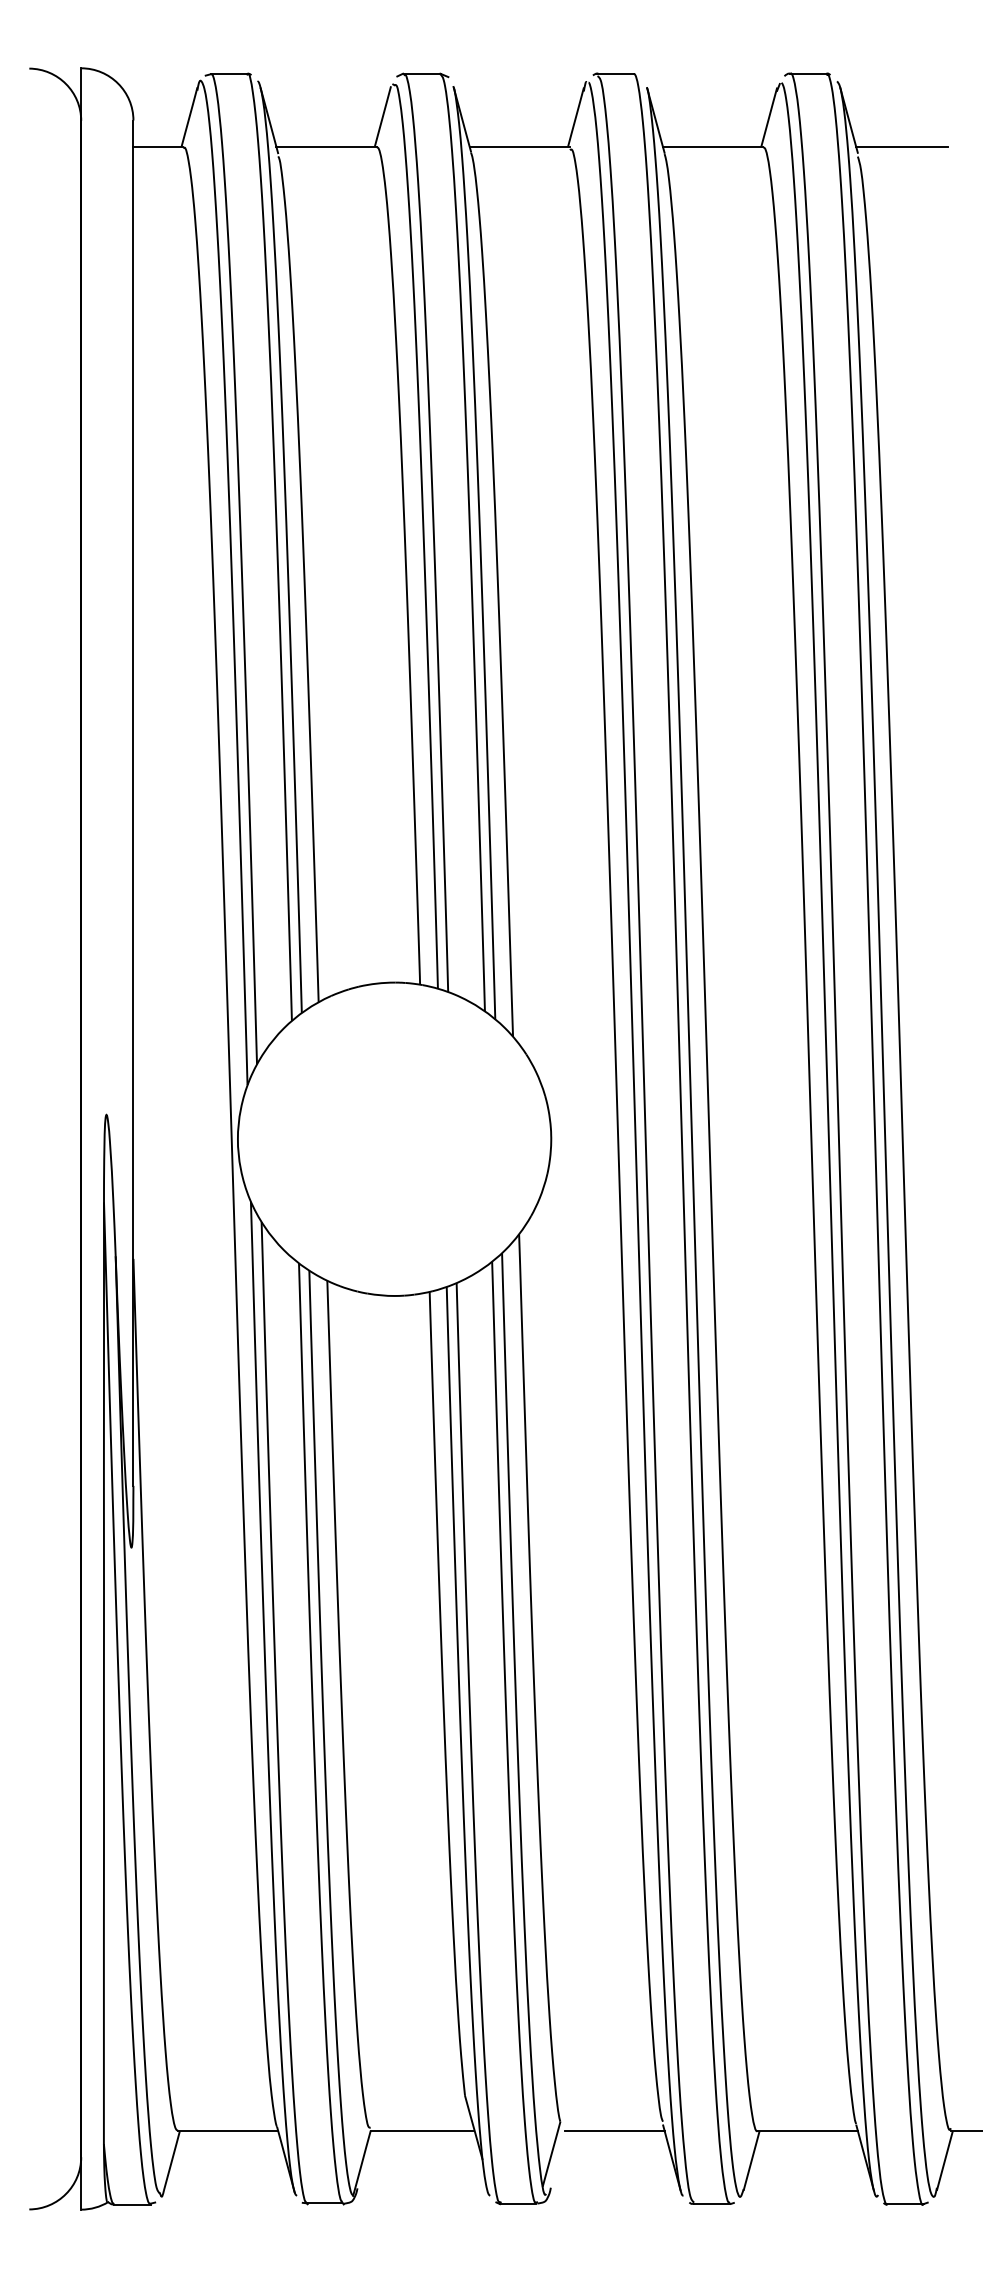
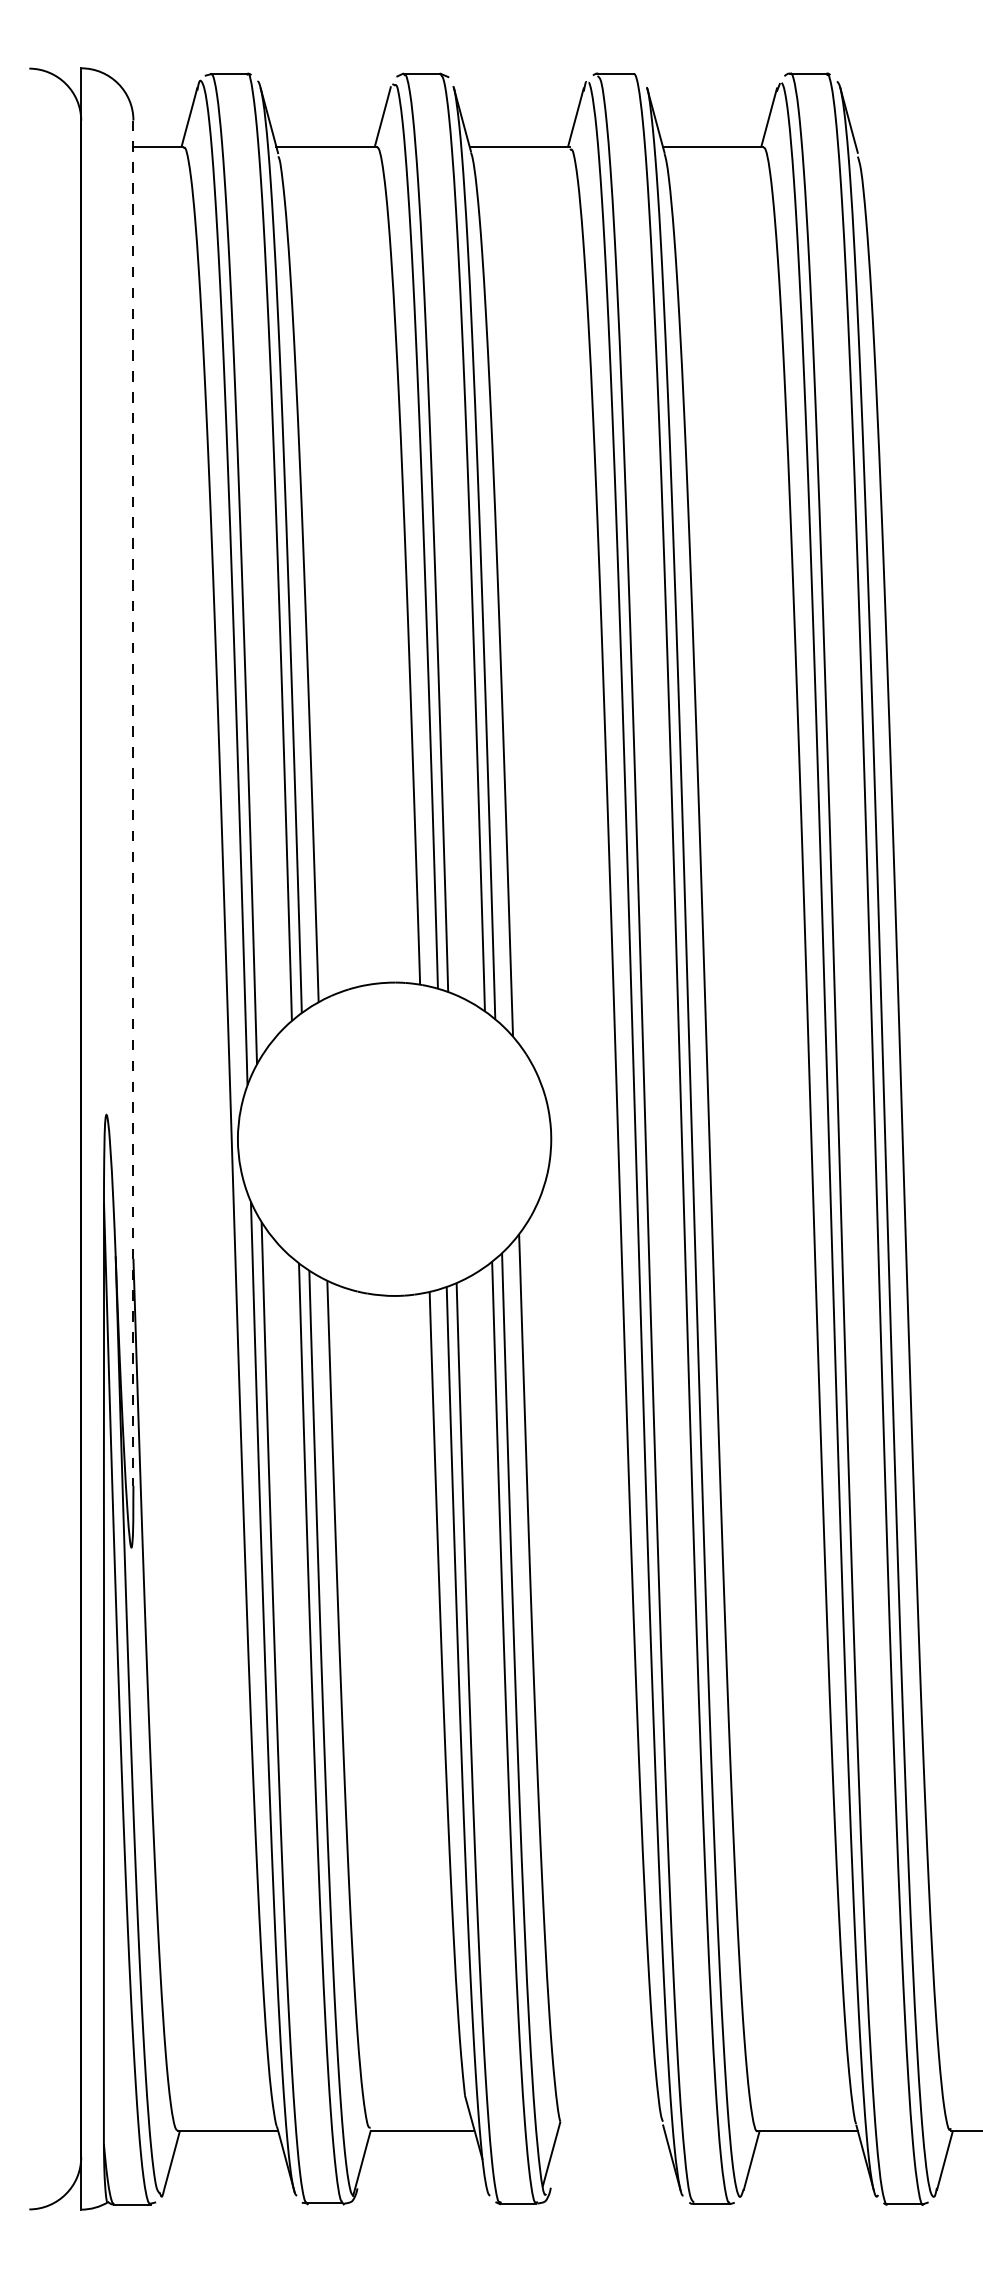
line at (902, 146): present -> none
line at (133, 803): solid -> dashed
line at (614, 2131): present -> none
